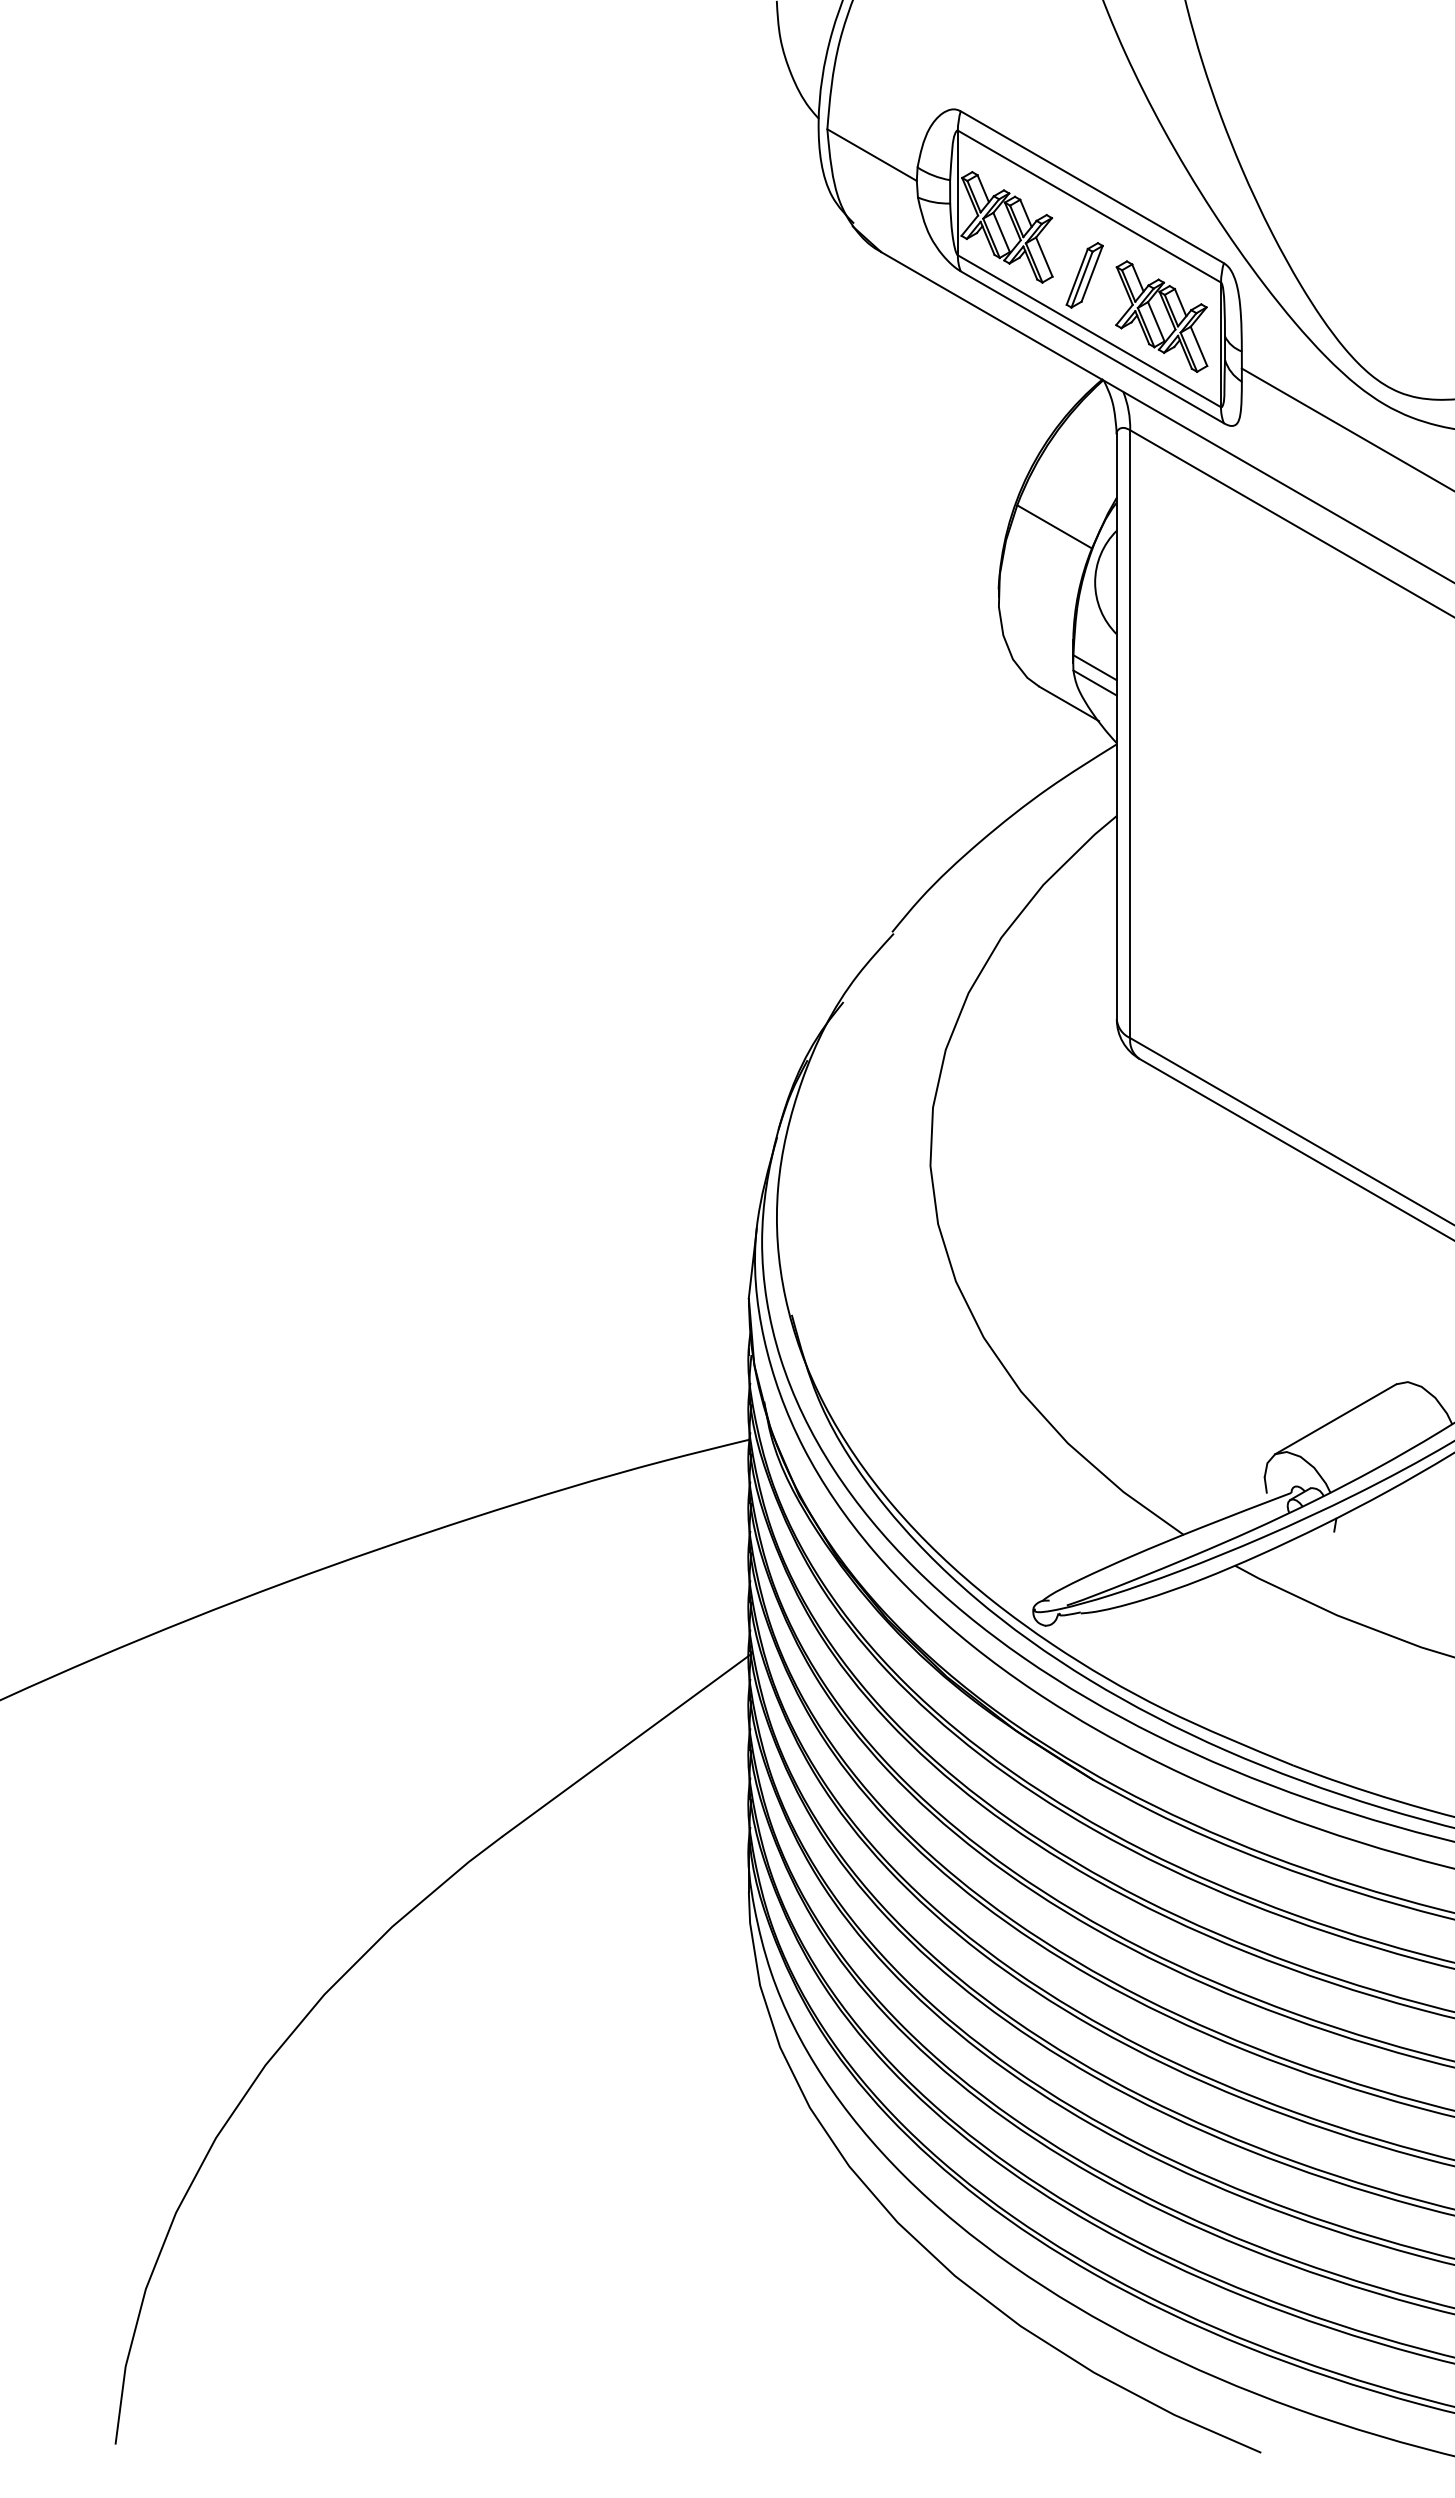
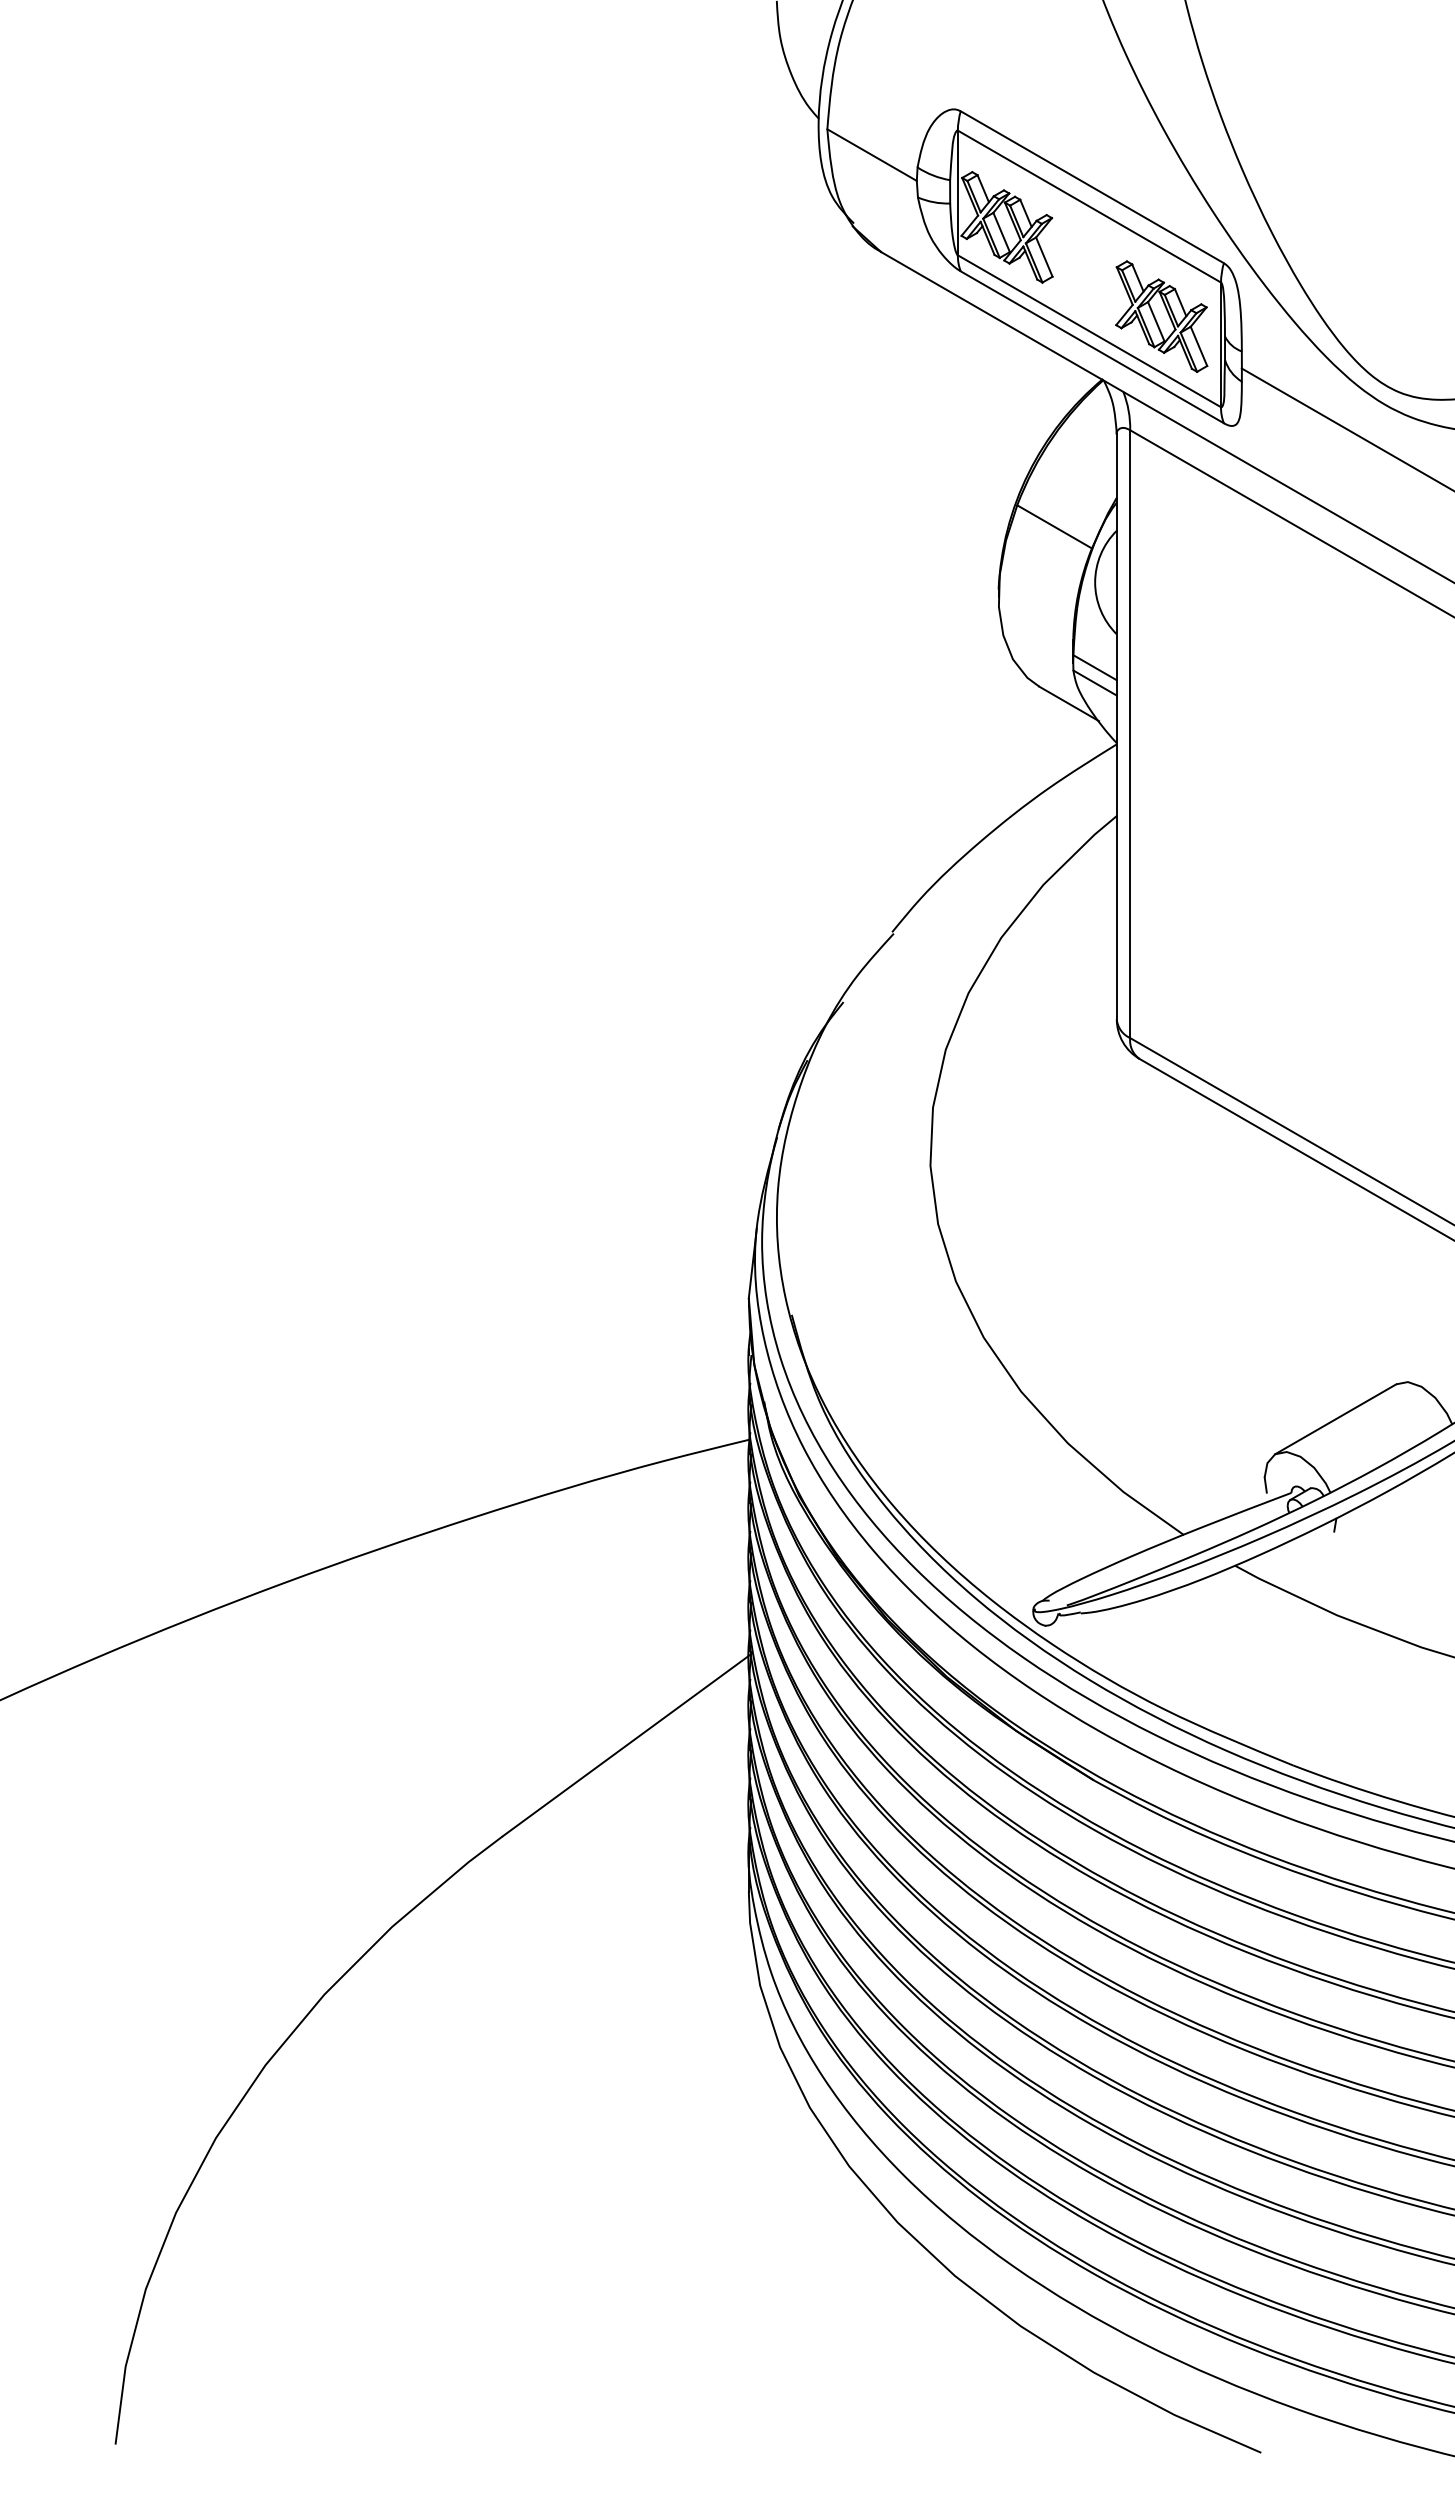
part at (1084, 275): present -> none
